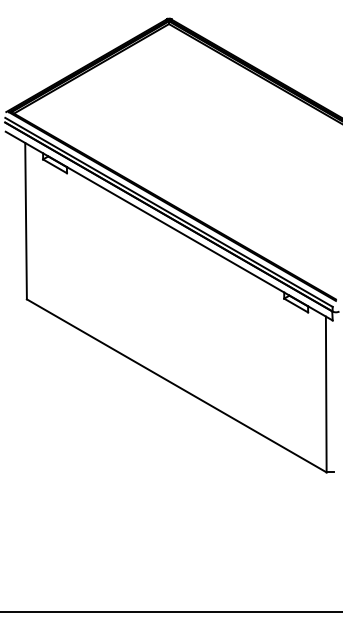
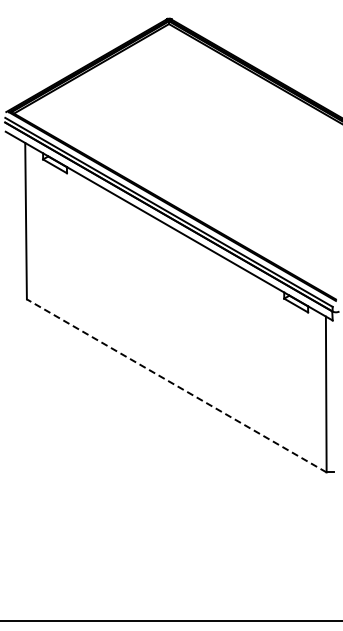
line at (176, 385): solid -> dashed
line at (170, 612) position: (170, 612) -> (170, 621)
